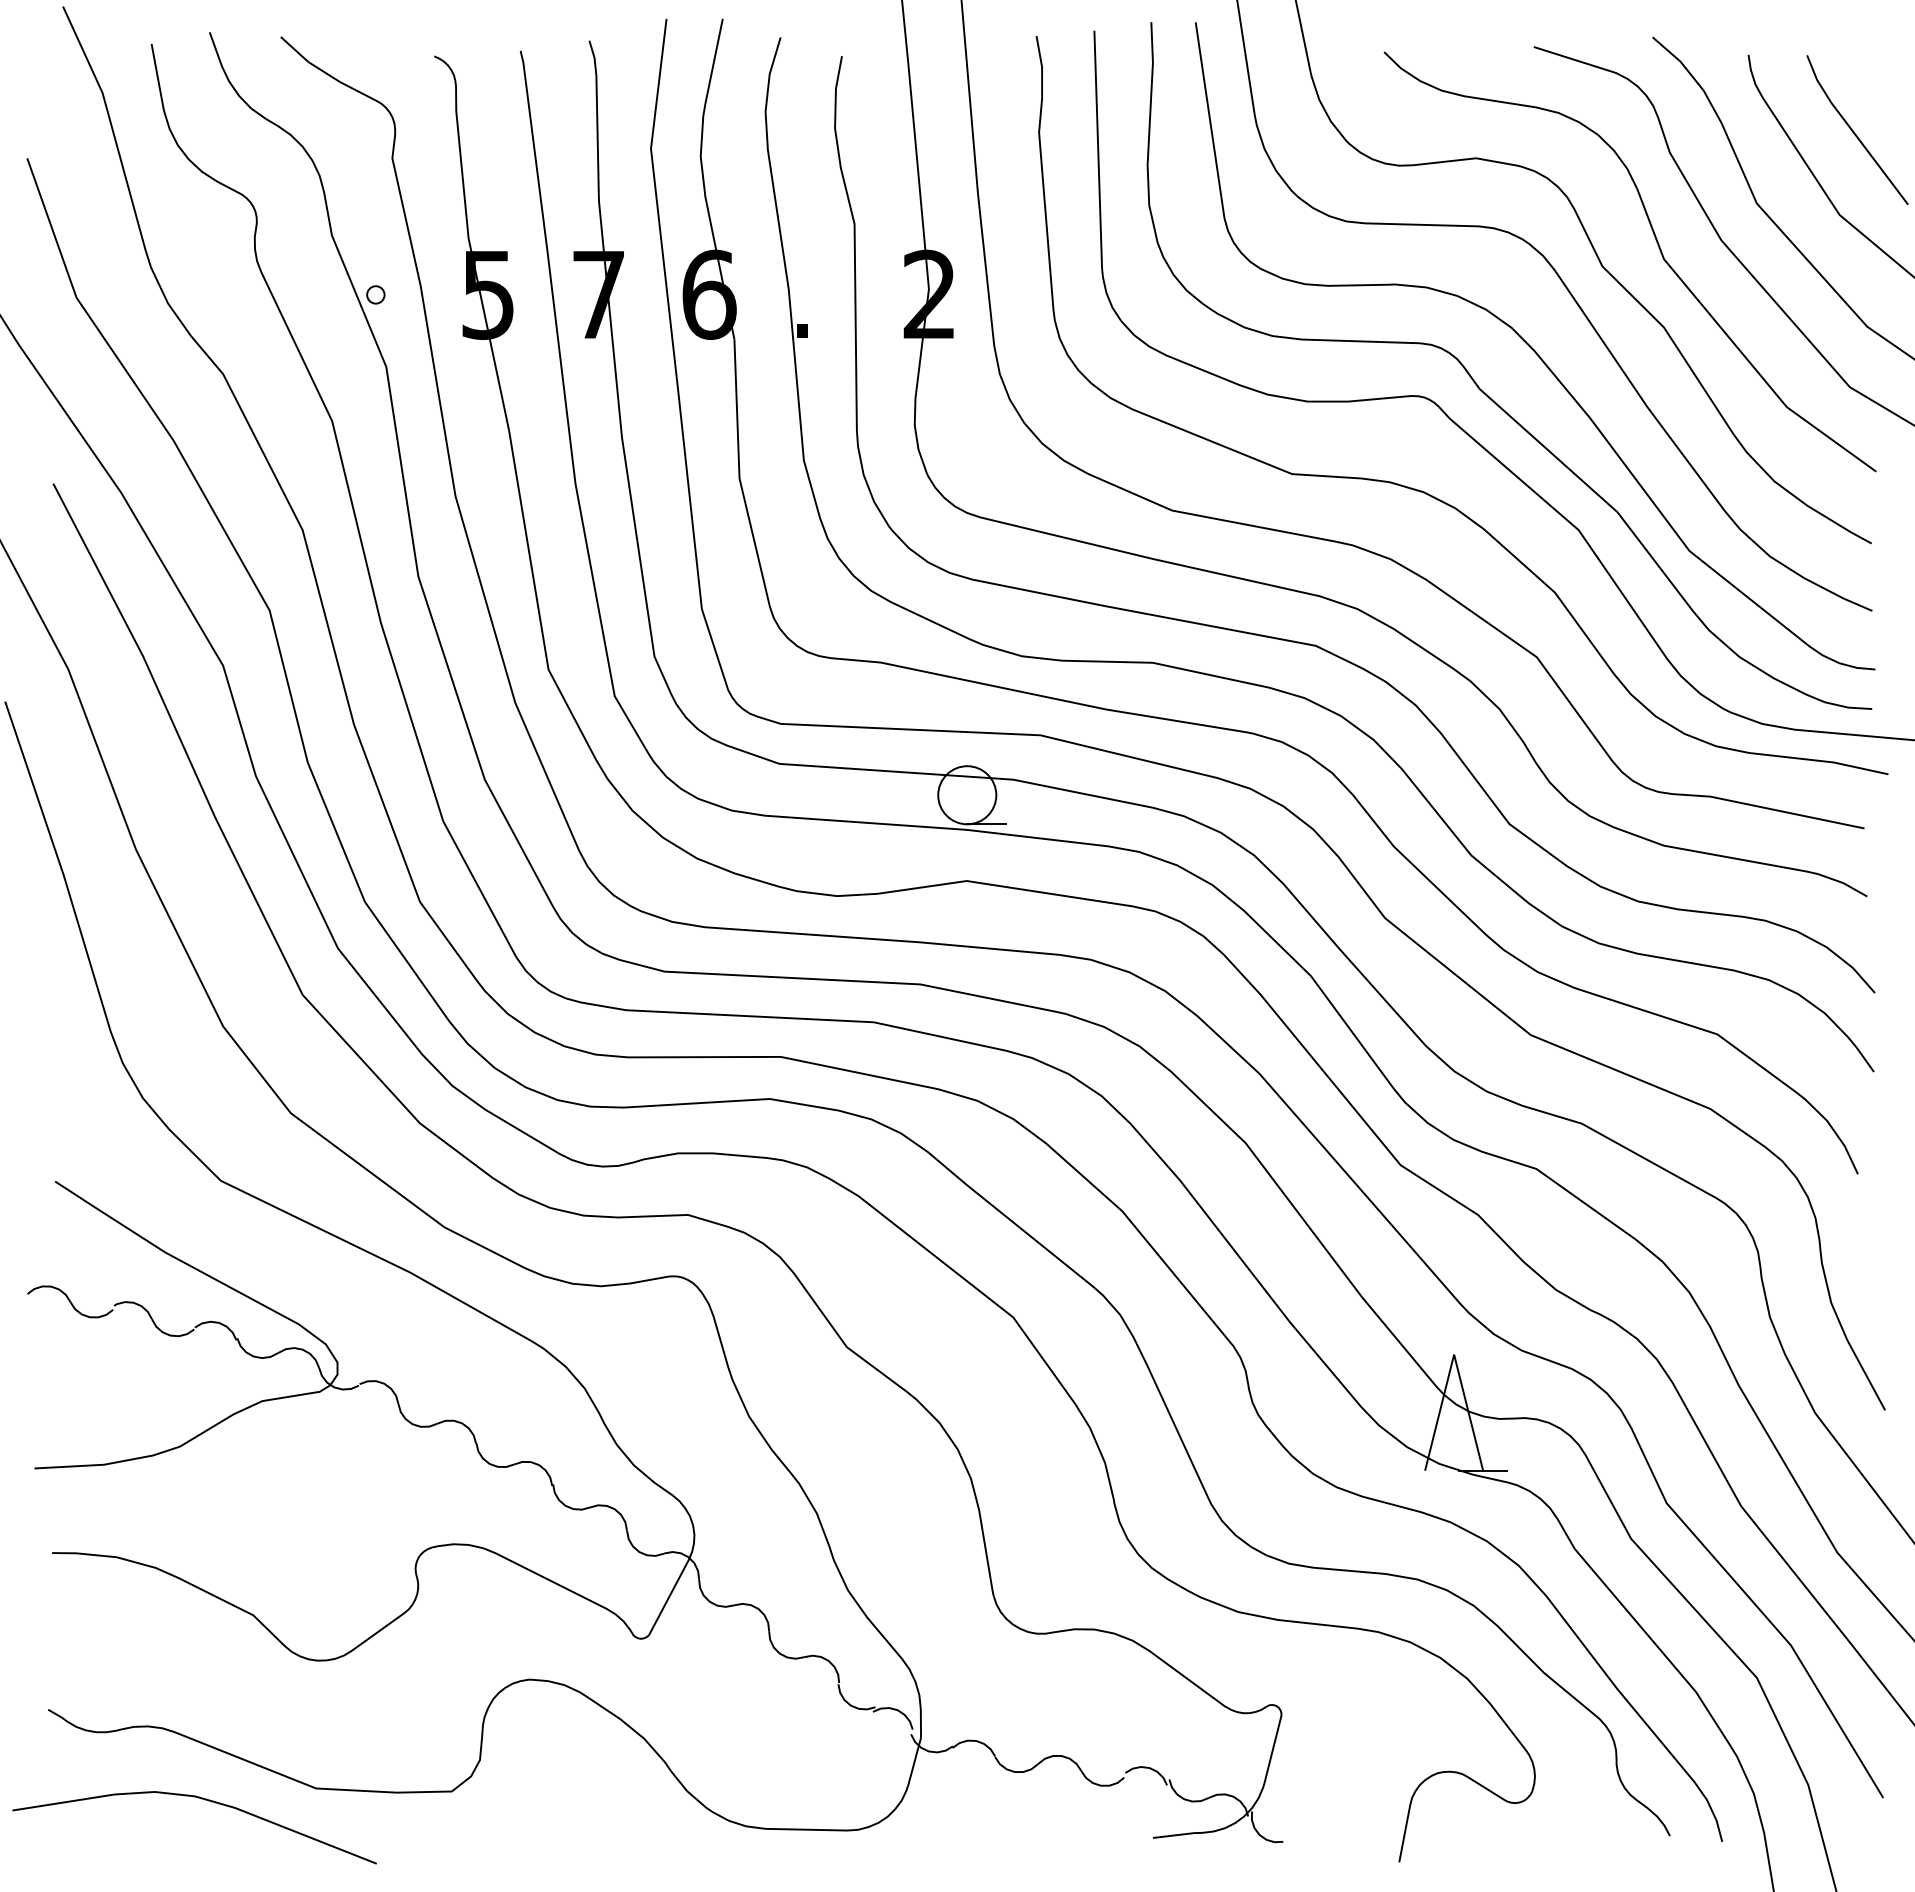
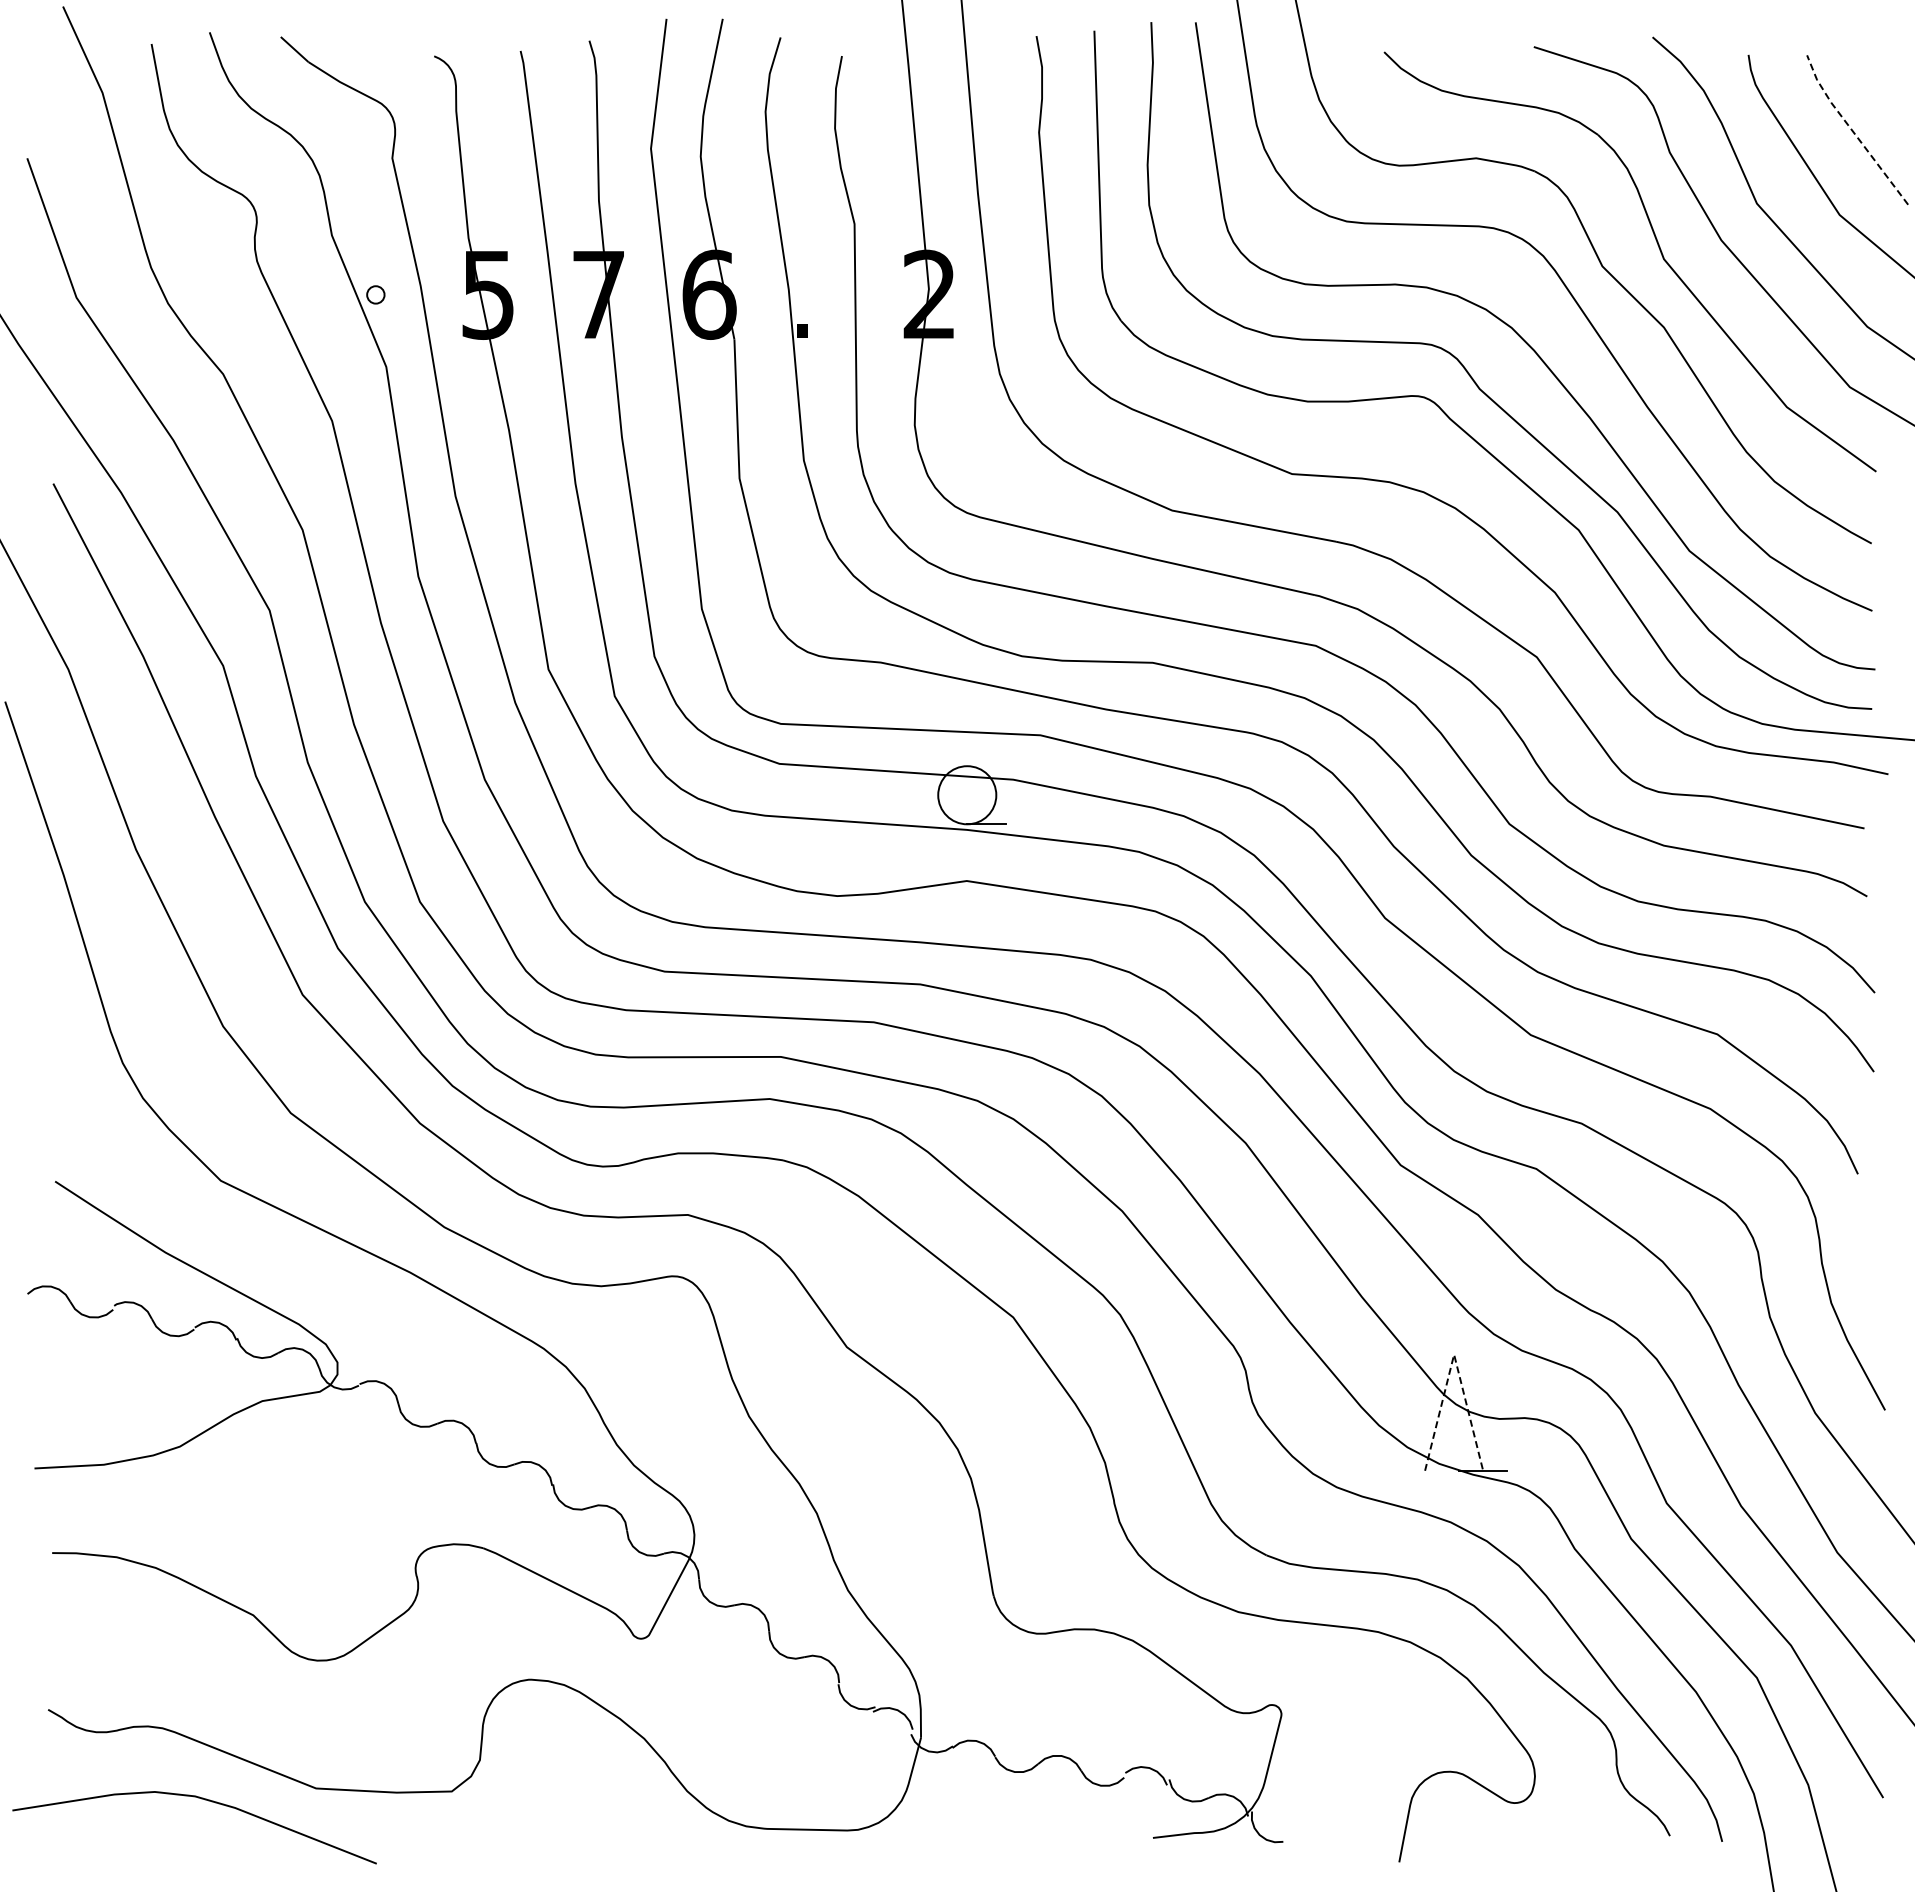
line at (1852, 131): solid -> dashed
line at (1454, 1354): solid -> dashed
